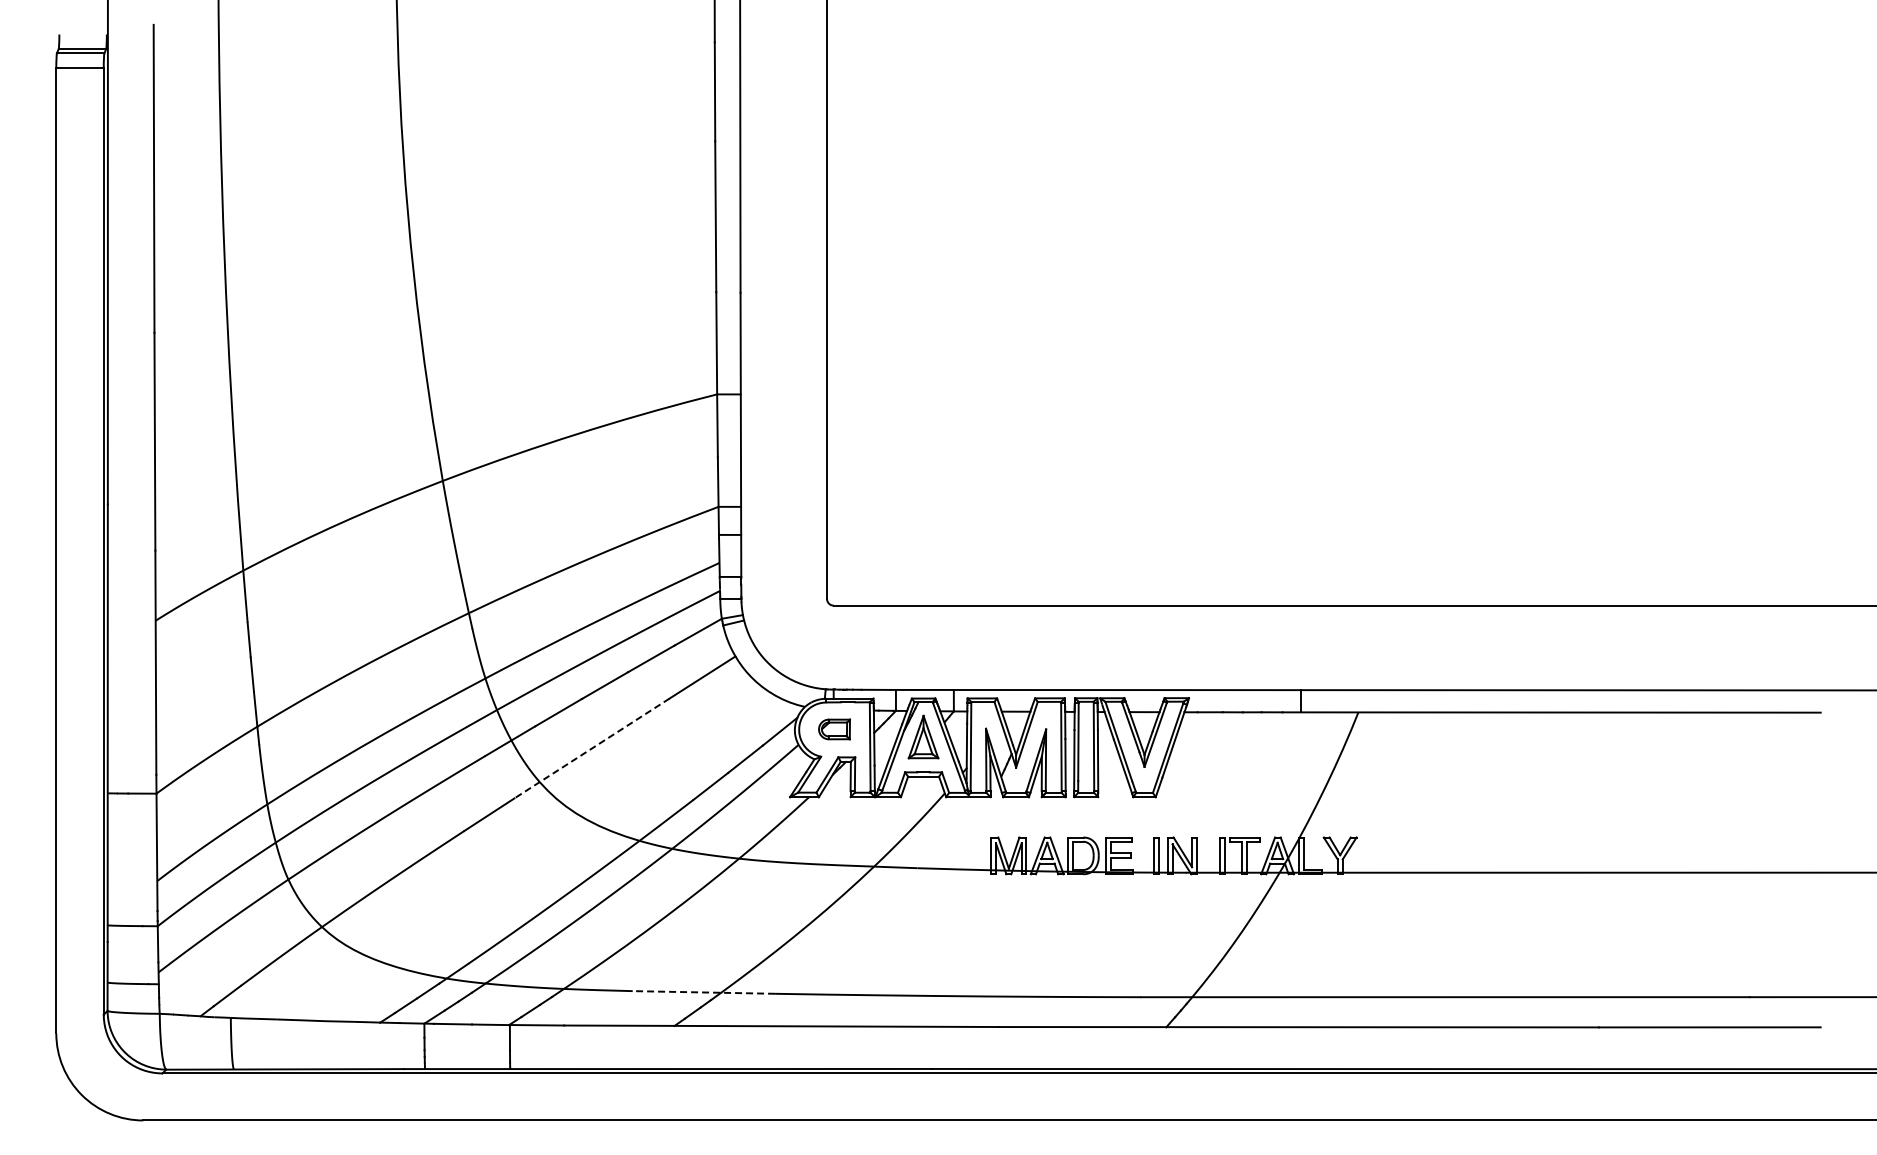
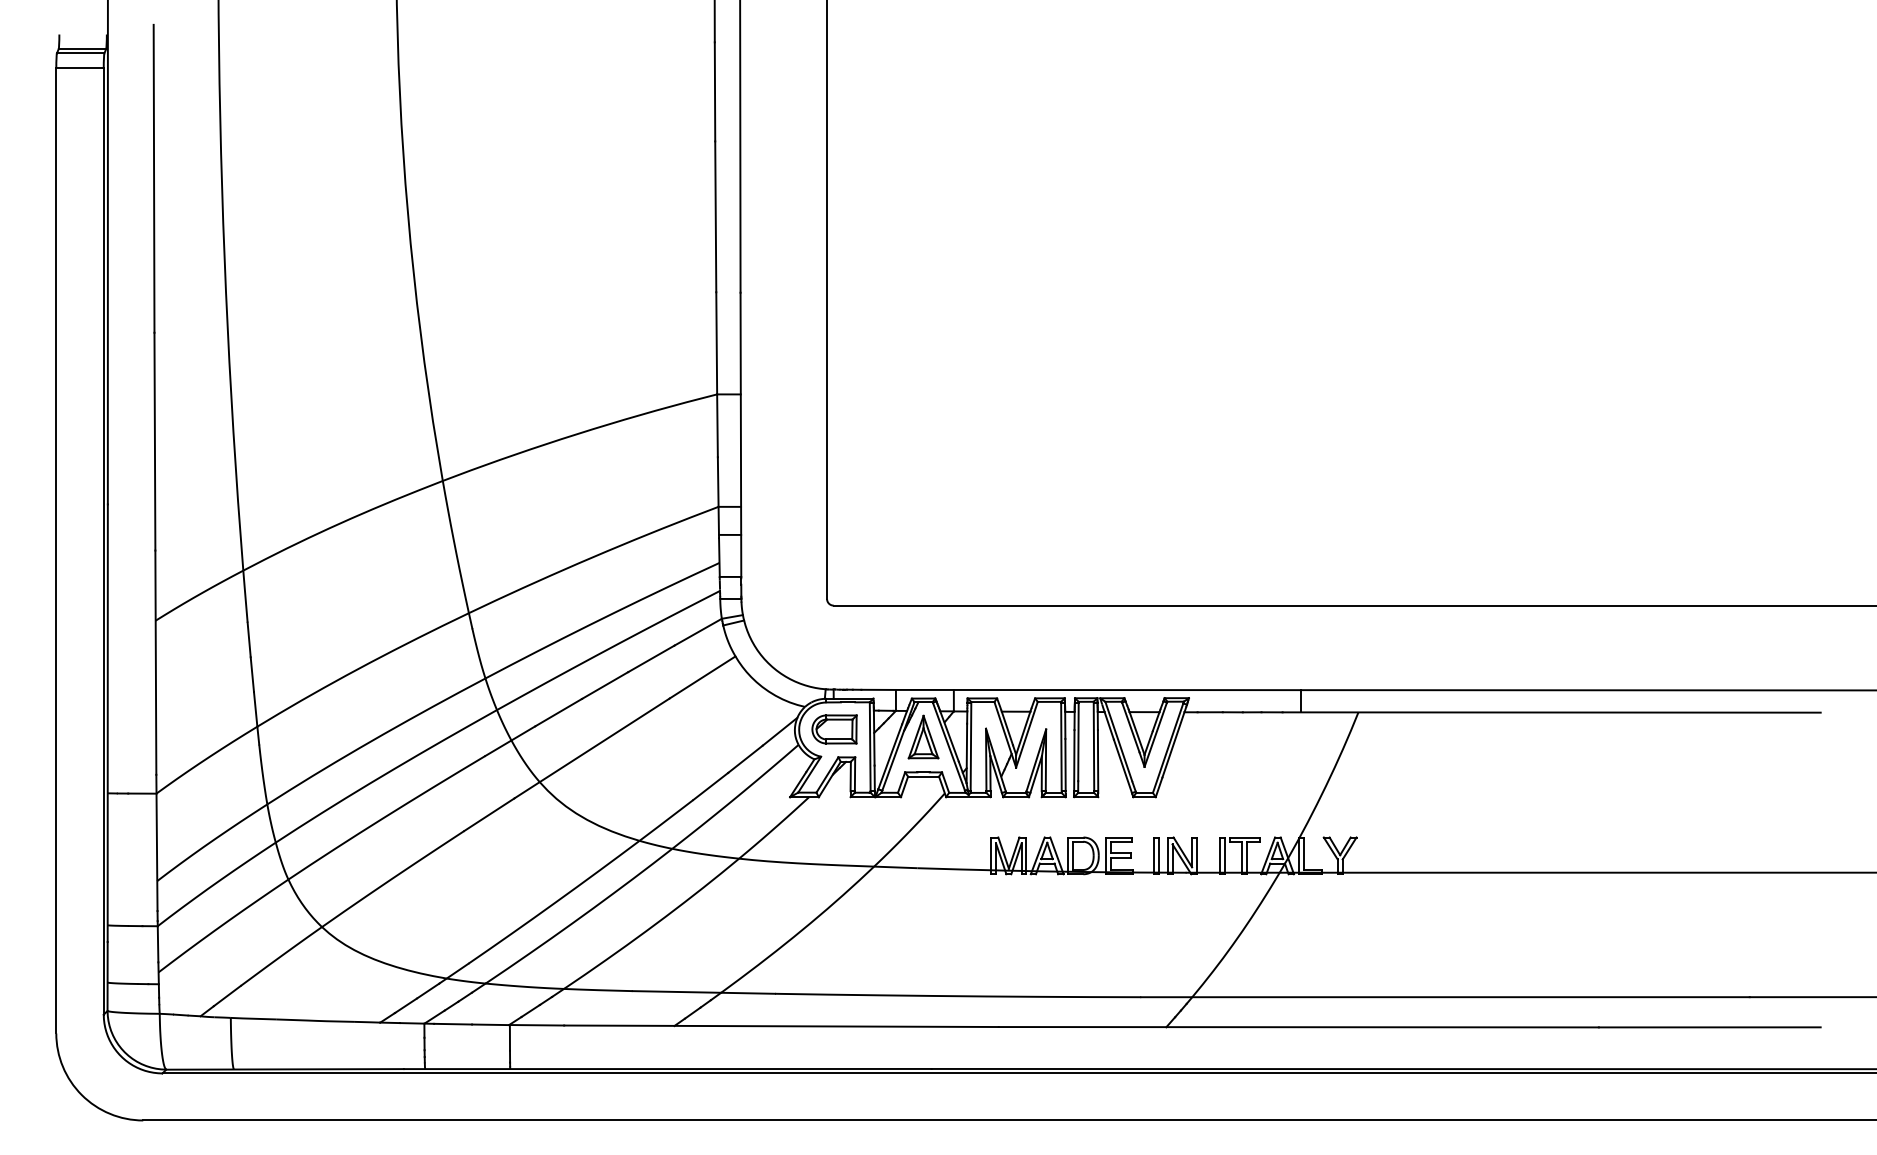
part at (834, 729) size: 34x23 px -> 47x31 px
line at (591, 748): dashed -> solid
line at (703, 992): dashed -> solid
